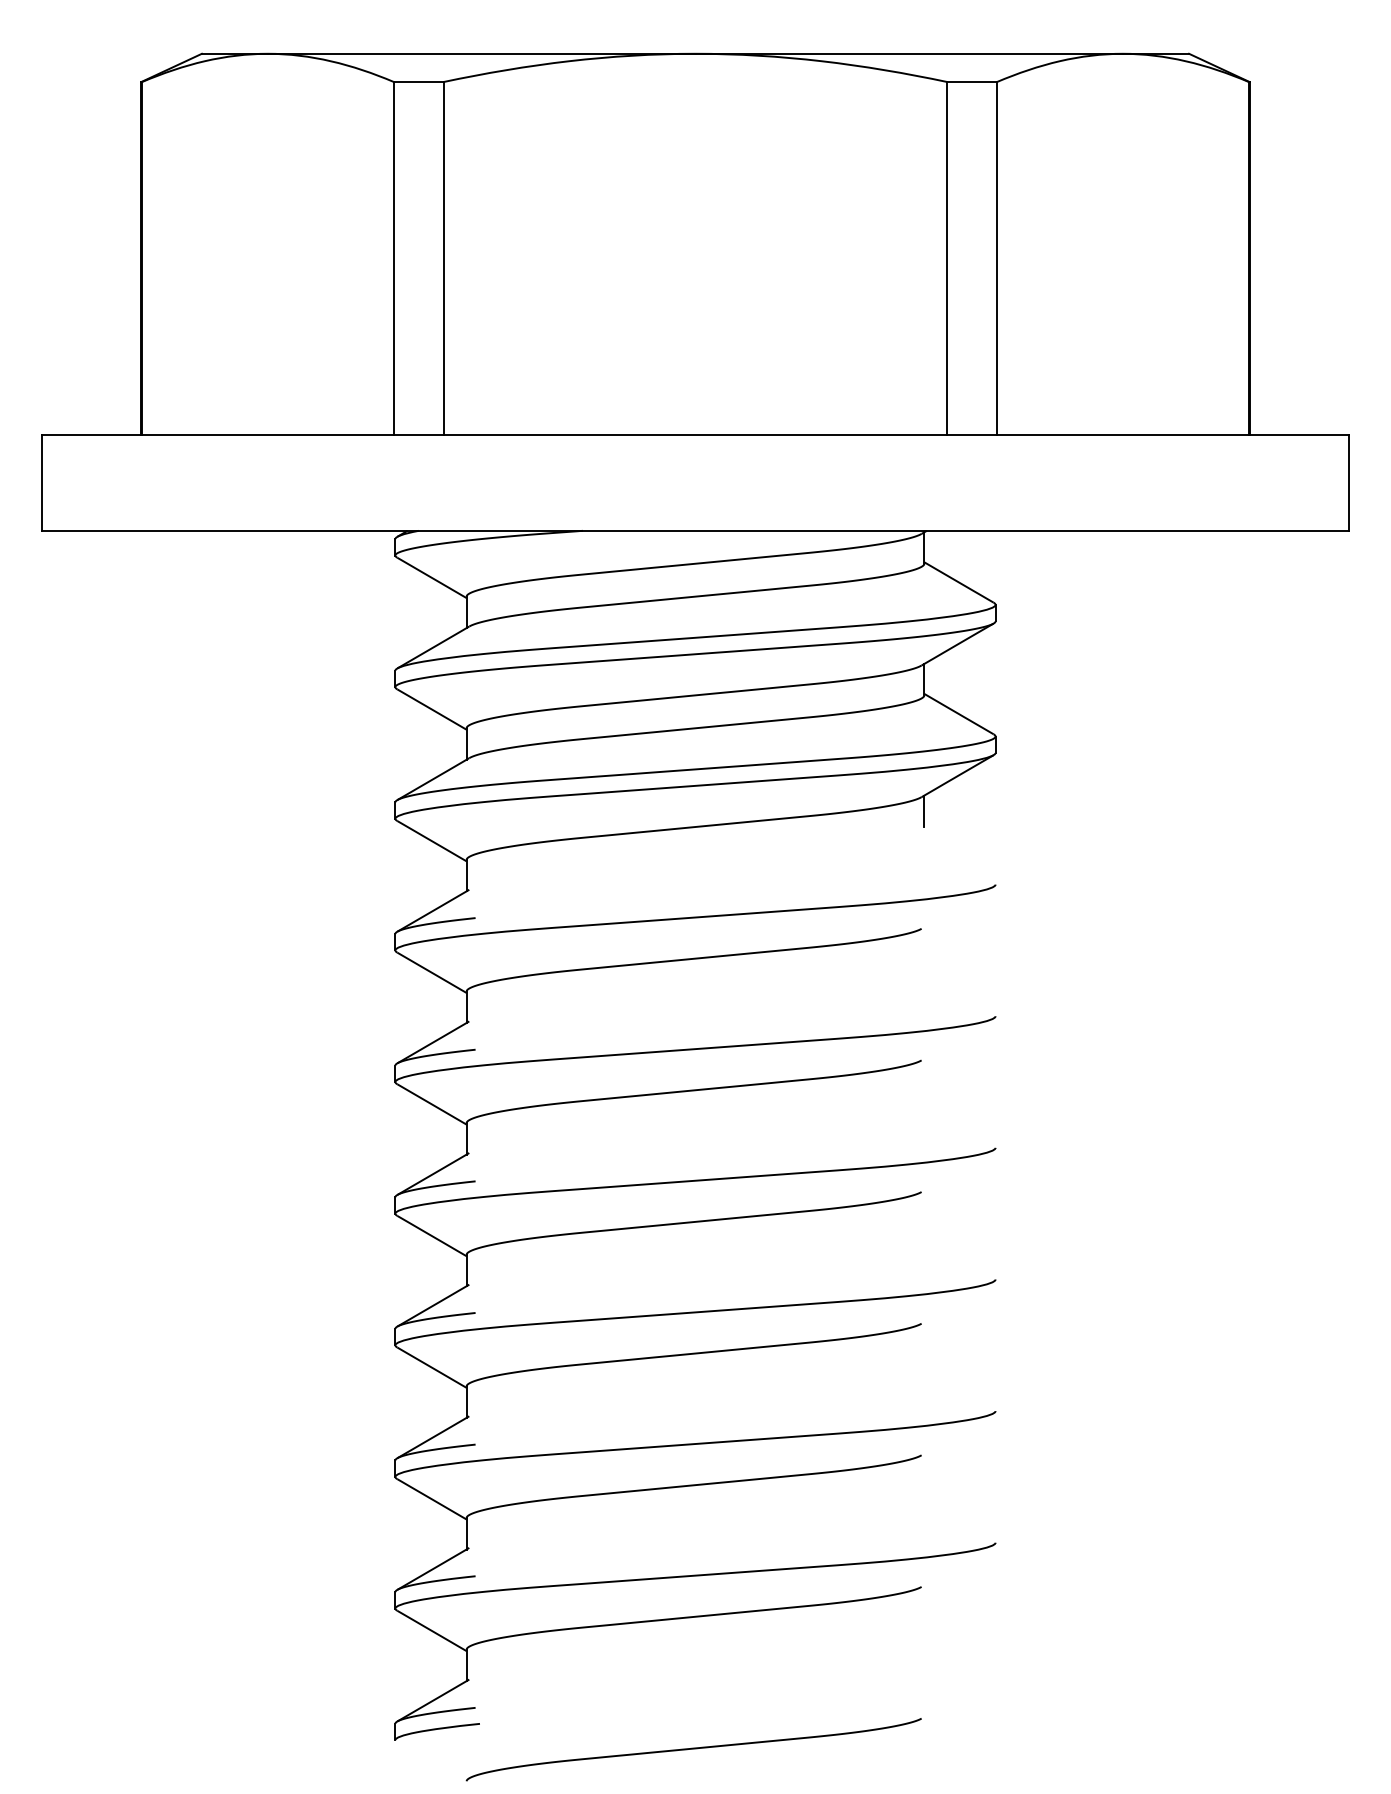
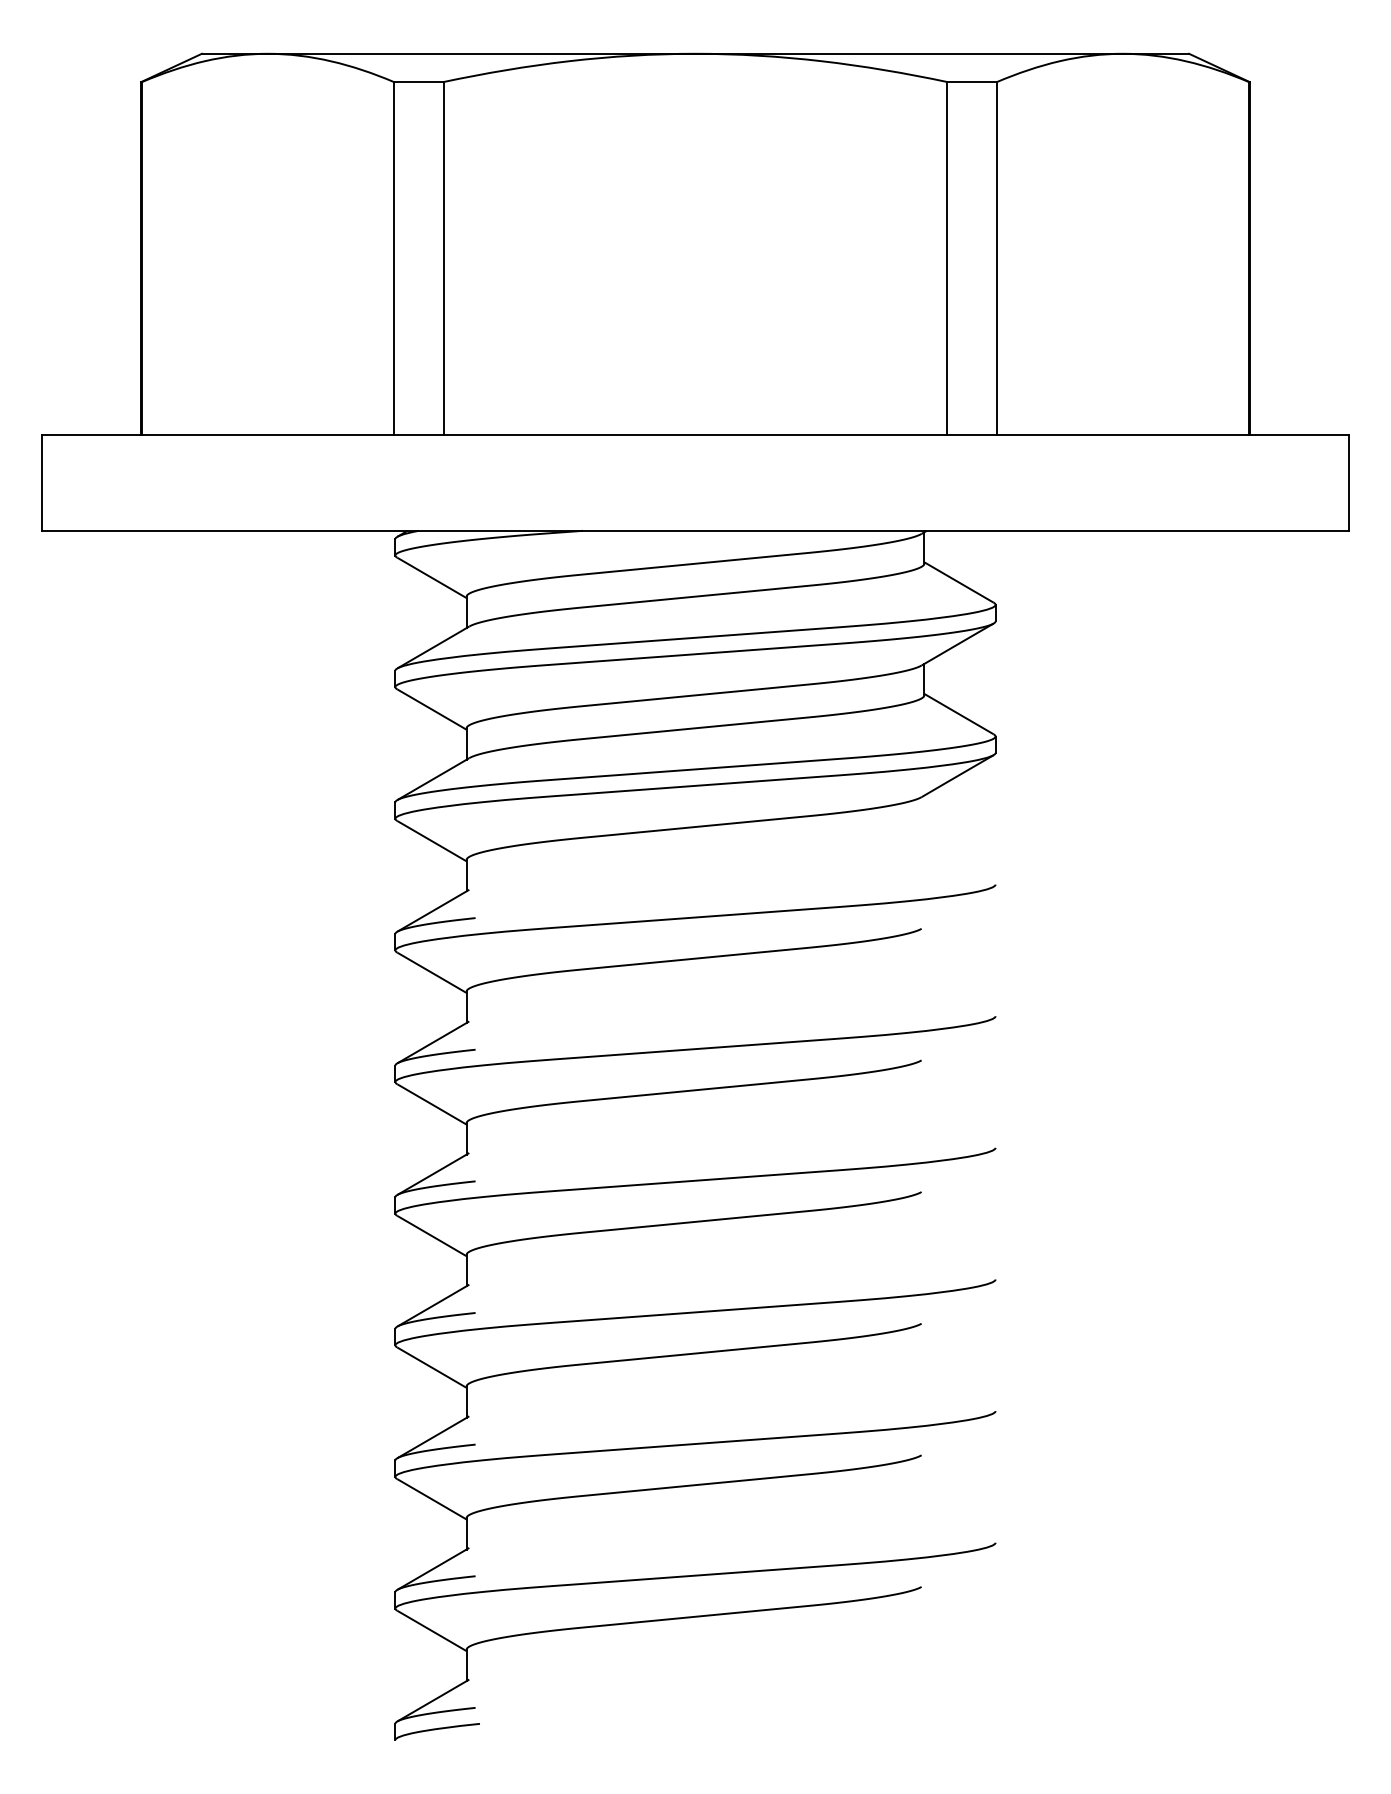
line at (924, 811): present -> none
curve at (693, 1749): present -> none
